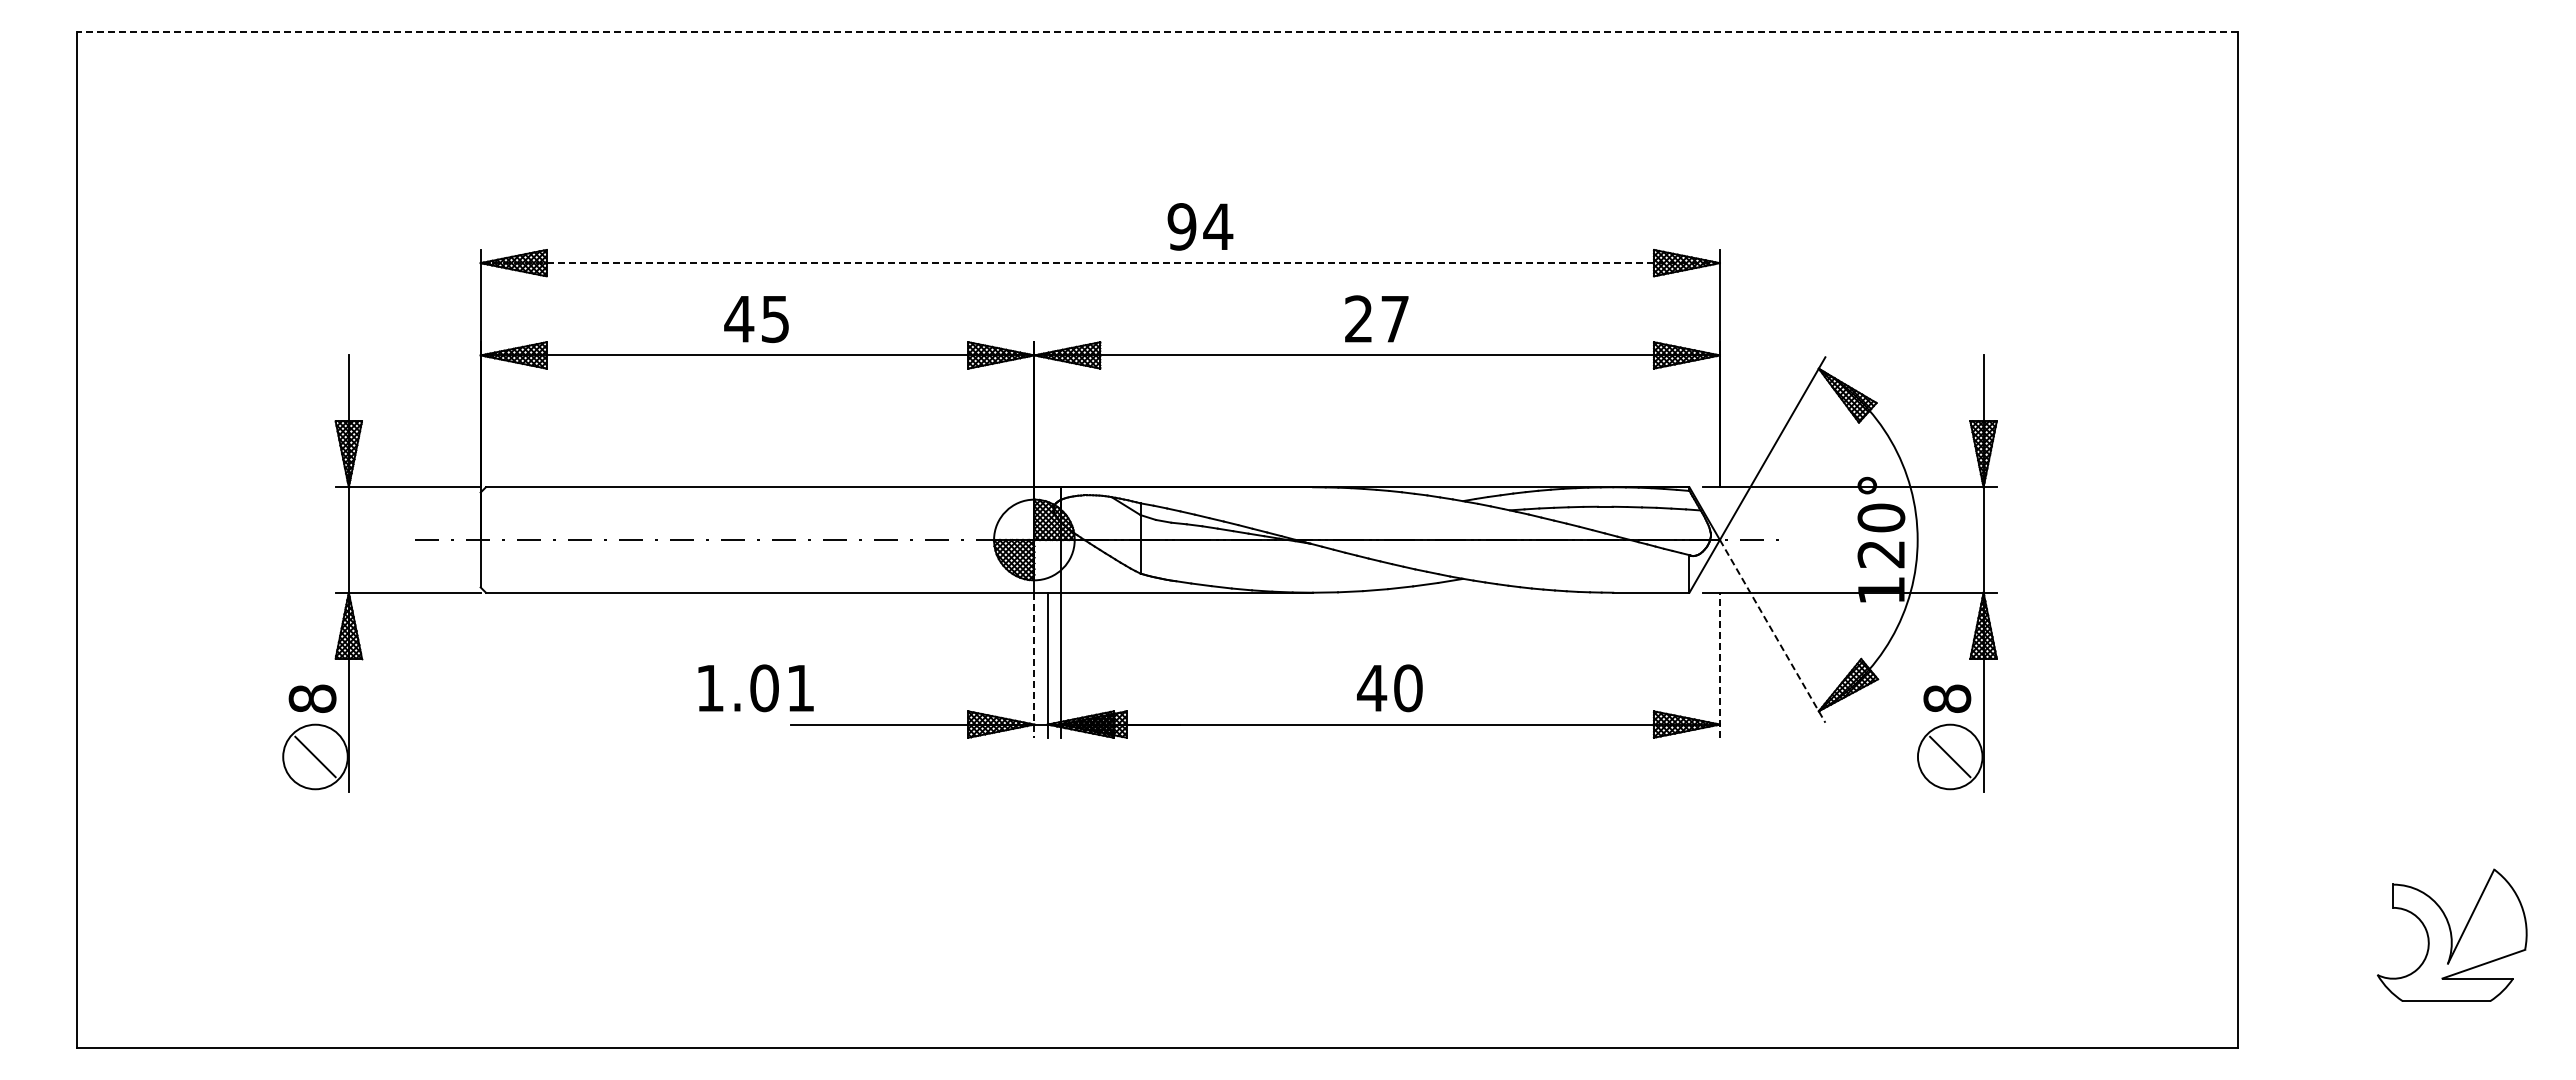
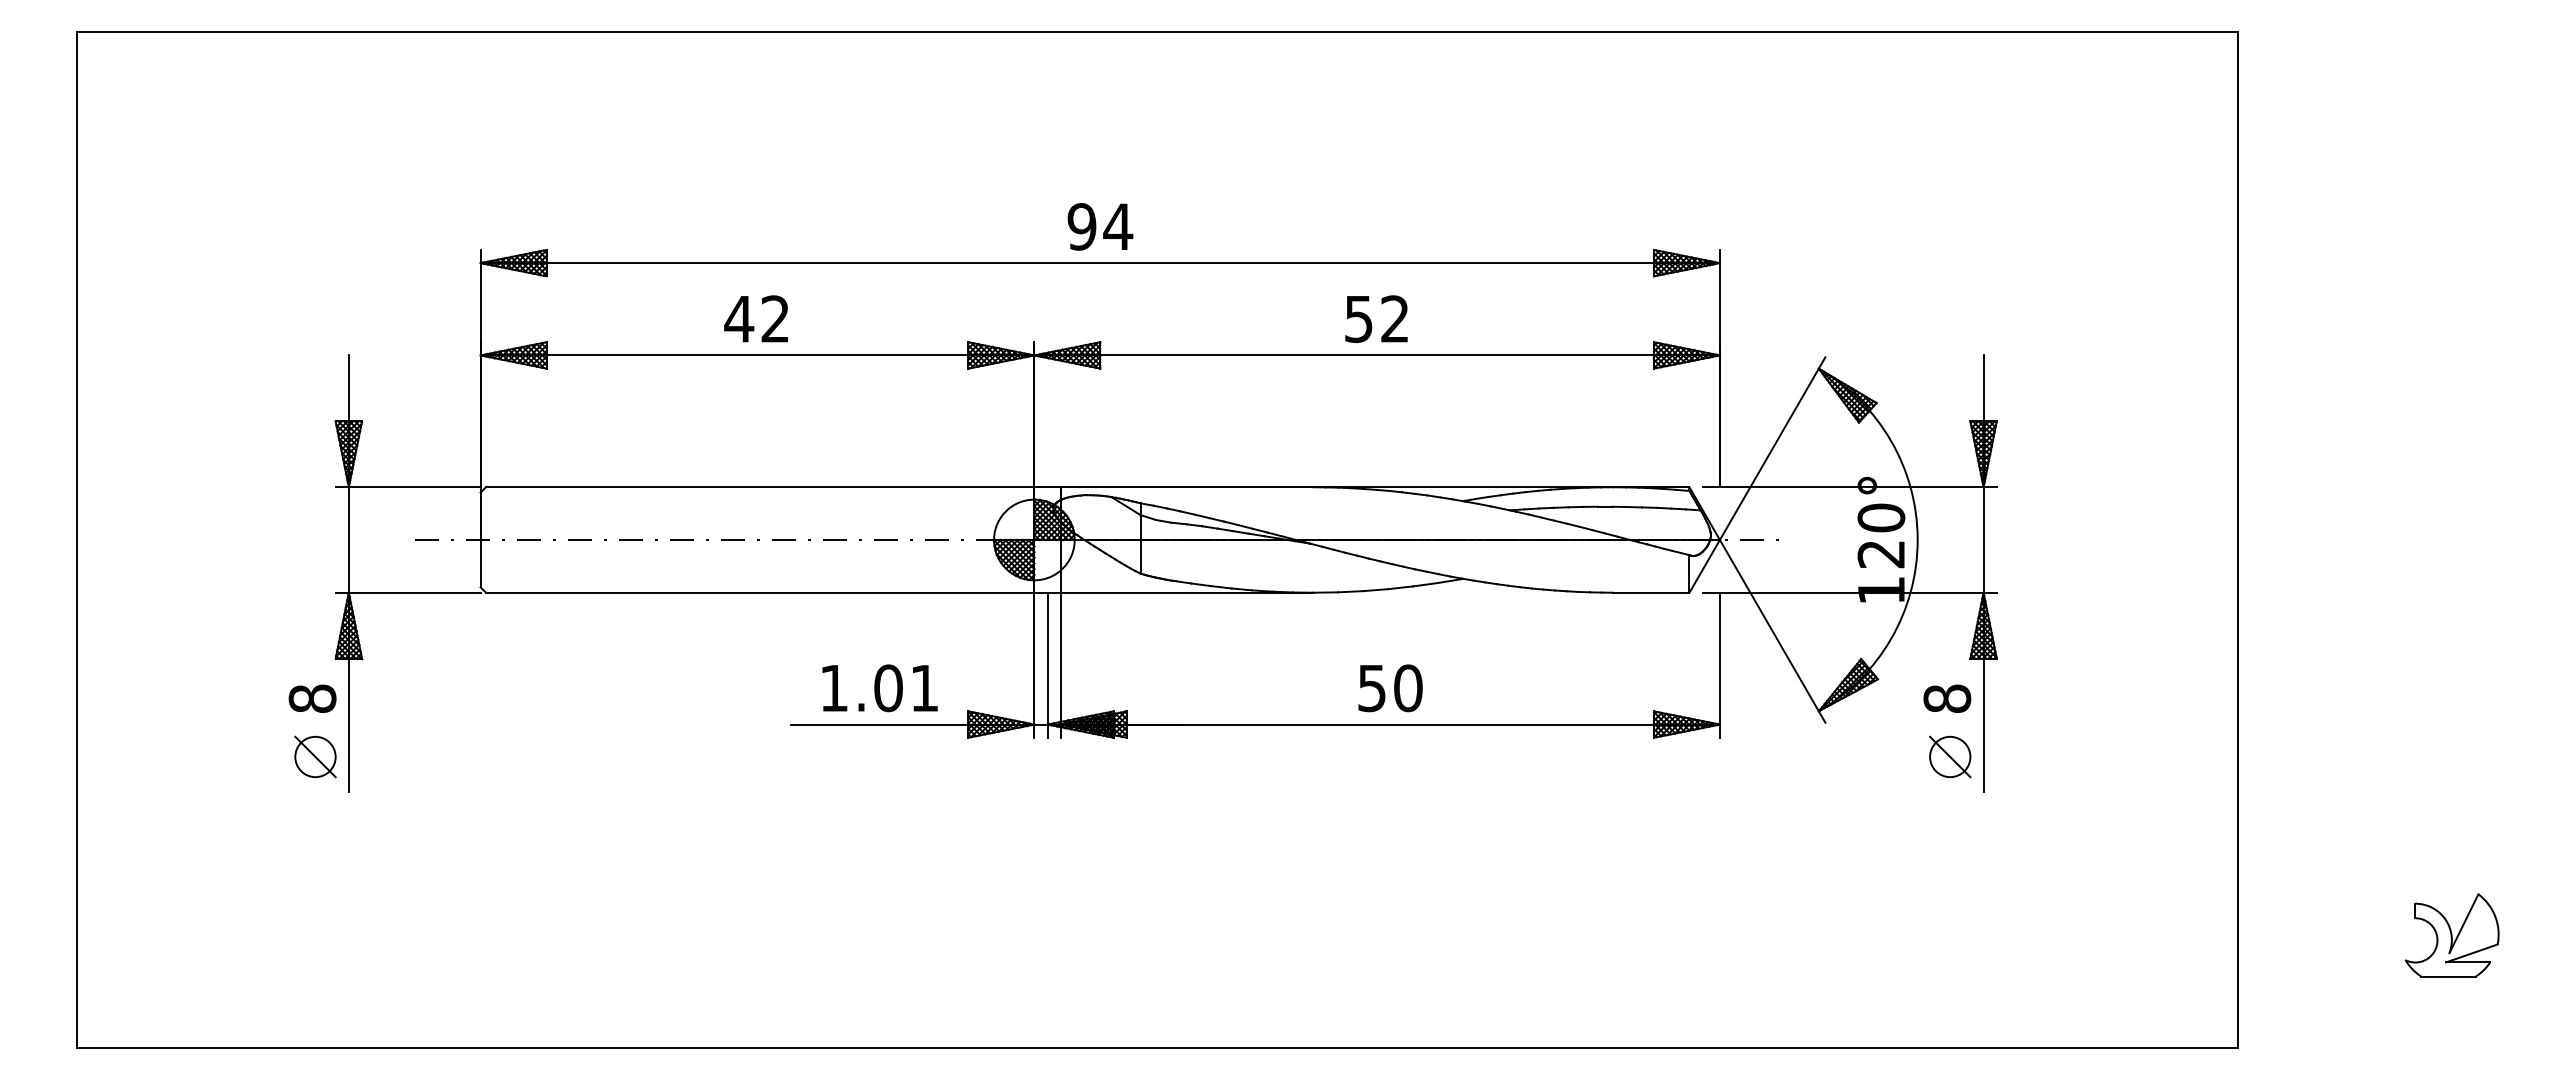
line at (1157, 32): dashed -> solid
text at (1200, 226) position: (1200, 226) -> (1100, 226)
line at (1100, 263): dashed -> solid
text at (774, 319): 45 -> 42
text at (1376, 319): 27 -> 52
line at (1772, 631): dashed -> solid
line at (1034, 665): dashed -> solid
line at (1719, 665): dashed -> solid
text at (755, 688) position: (755, 688) -> (879, 688)
text at (1372, 688): 40 -> 50
circle at (315, 756) diameter: 65 px -> 40 px
circle at (1949, 756) diameter: 65 px -> 40 px
part at (2452, 934) size: 151x134 px -> 96x85 px
